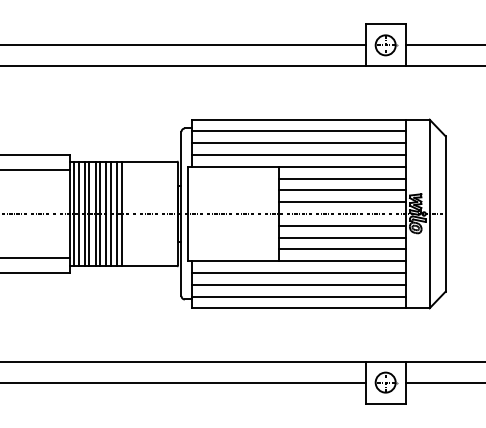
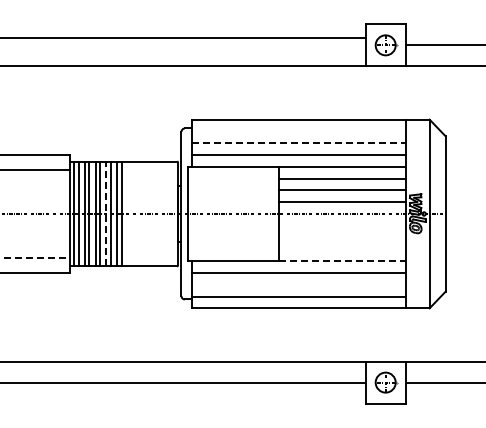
line at (183, 45) position: (183, 45) -> (183, 38)
line at (298, 131): present -> none
line at (298, 143): solid -> dashed
line at (106, 213): solid -> dashed
line at (341, 225): present -> none
line at (341, 237): present -> none
line at (341, 249): present -> none
line at (35, 258): solid -> dashed
line at (342, 261): solid -> dashed
line at (298, 284): present -> none
